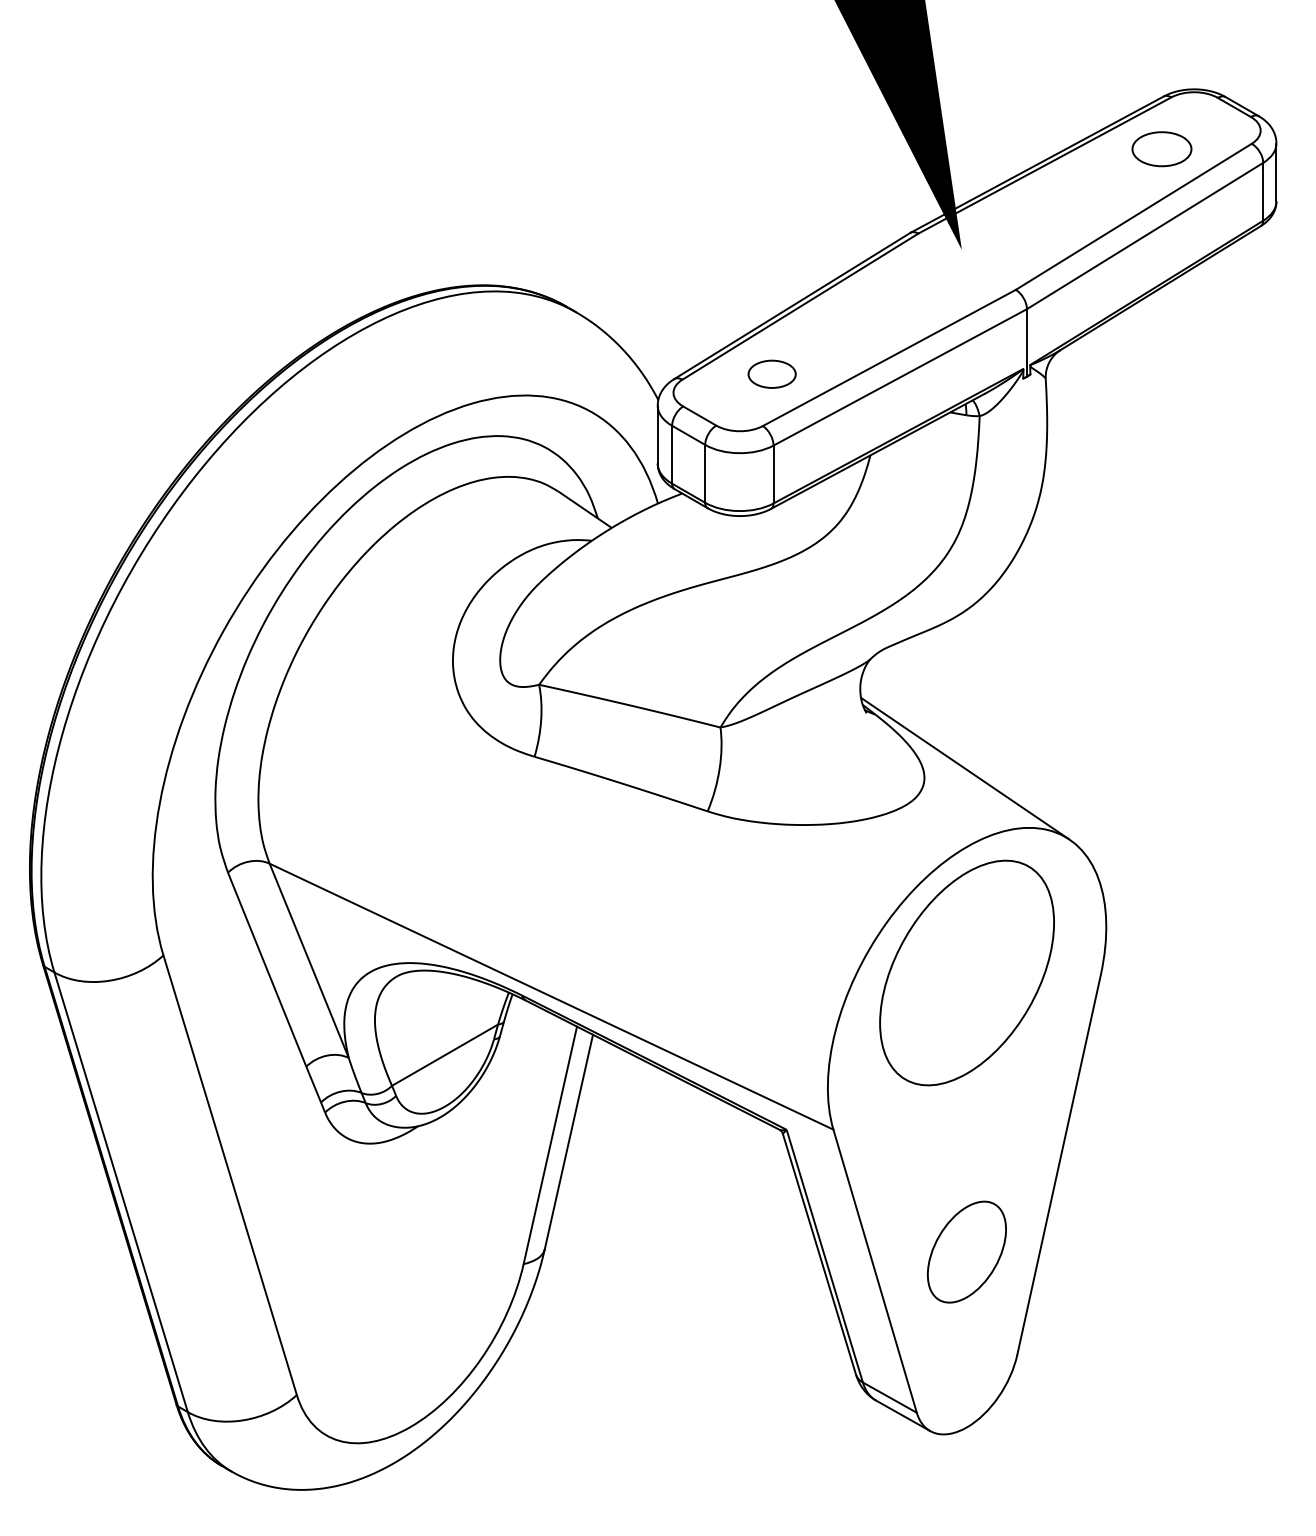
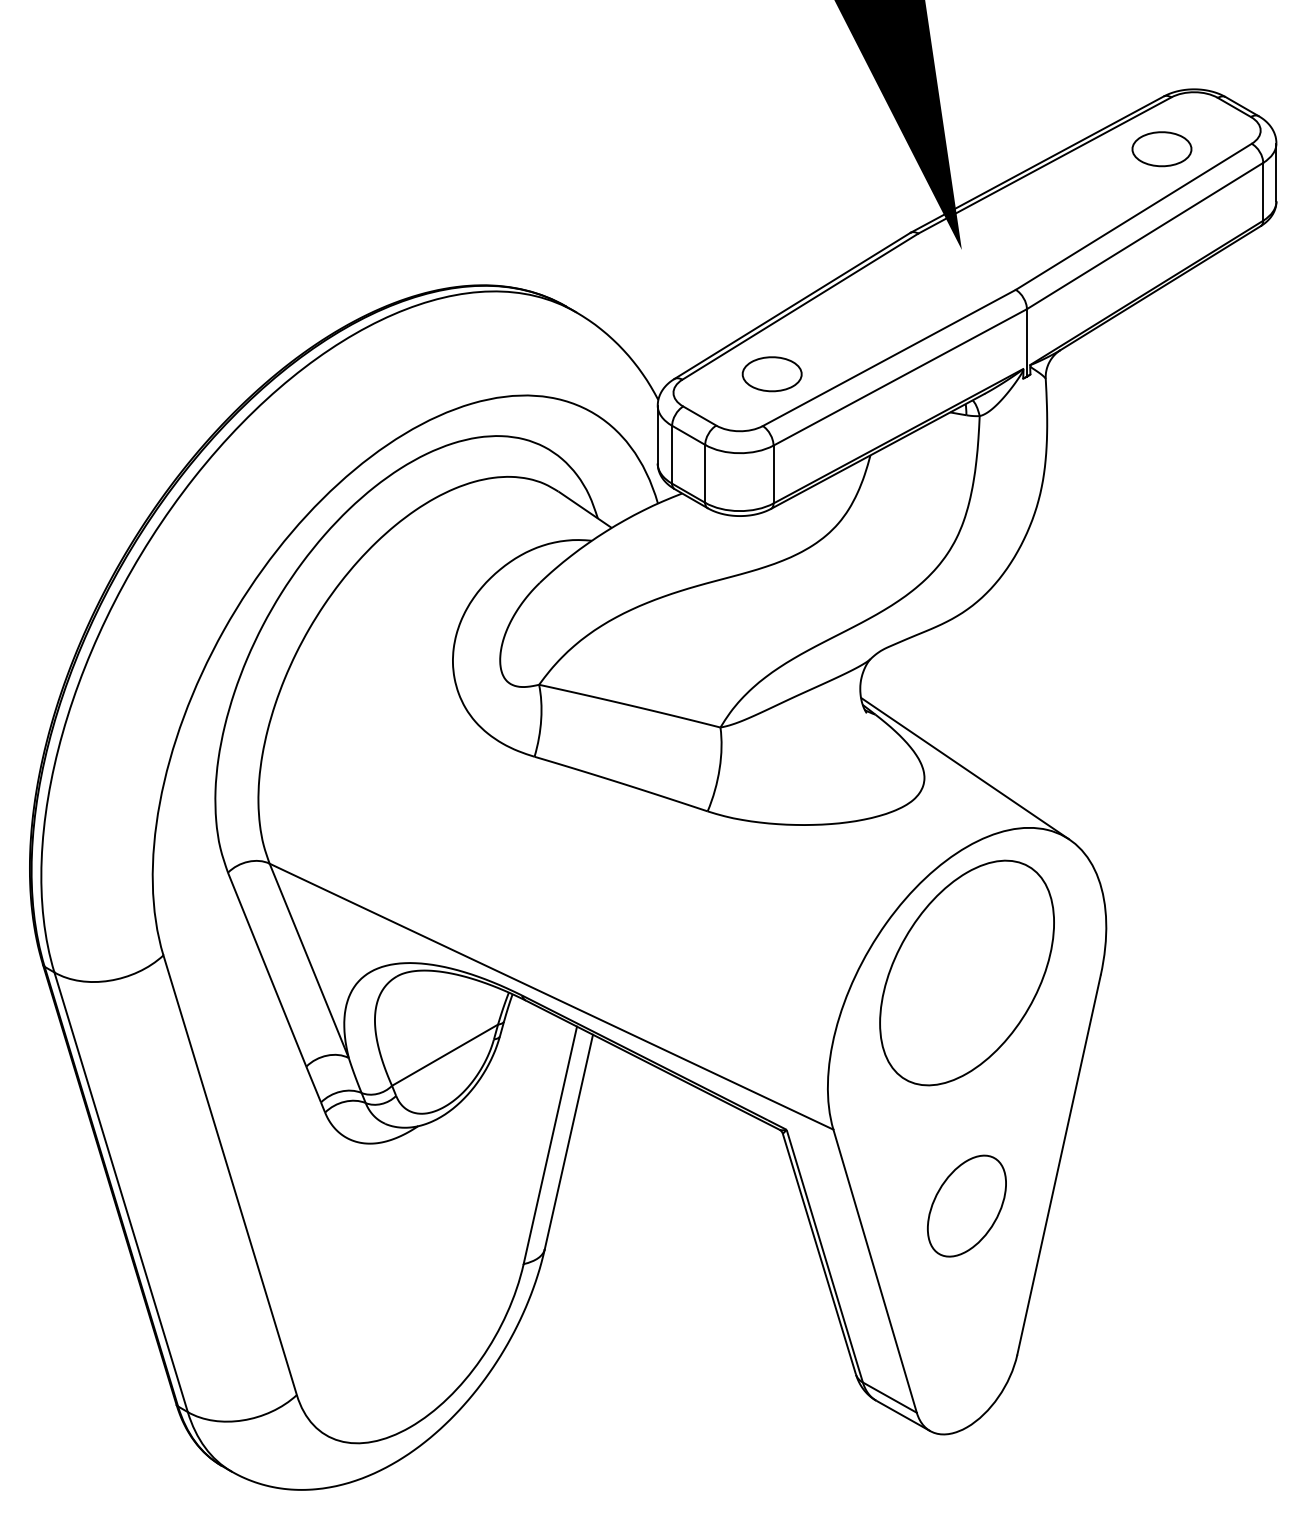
part at (771, 373) size: 50x30 px -> 62x37 px
part at (966, 1251) position: (966, 1251) -> (966, 1205)
